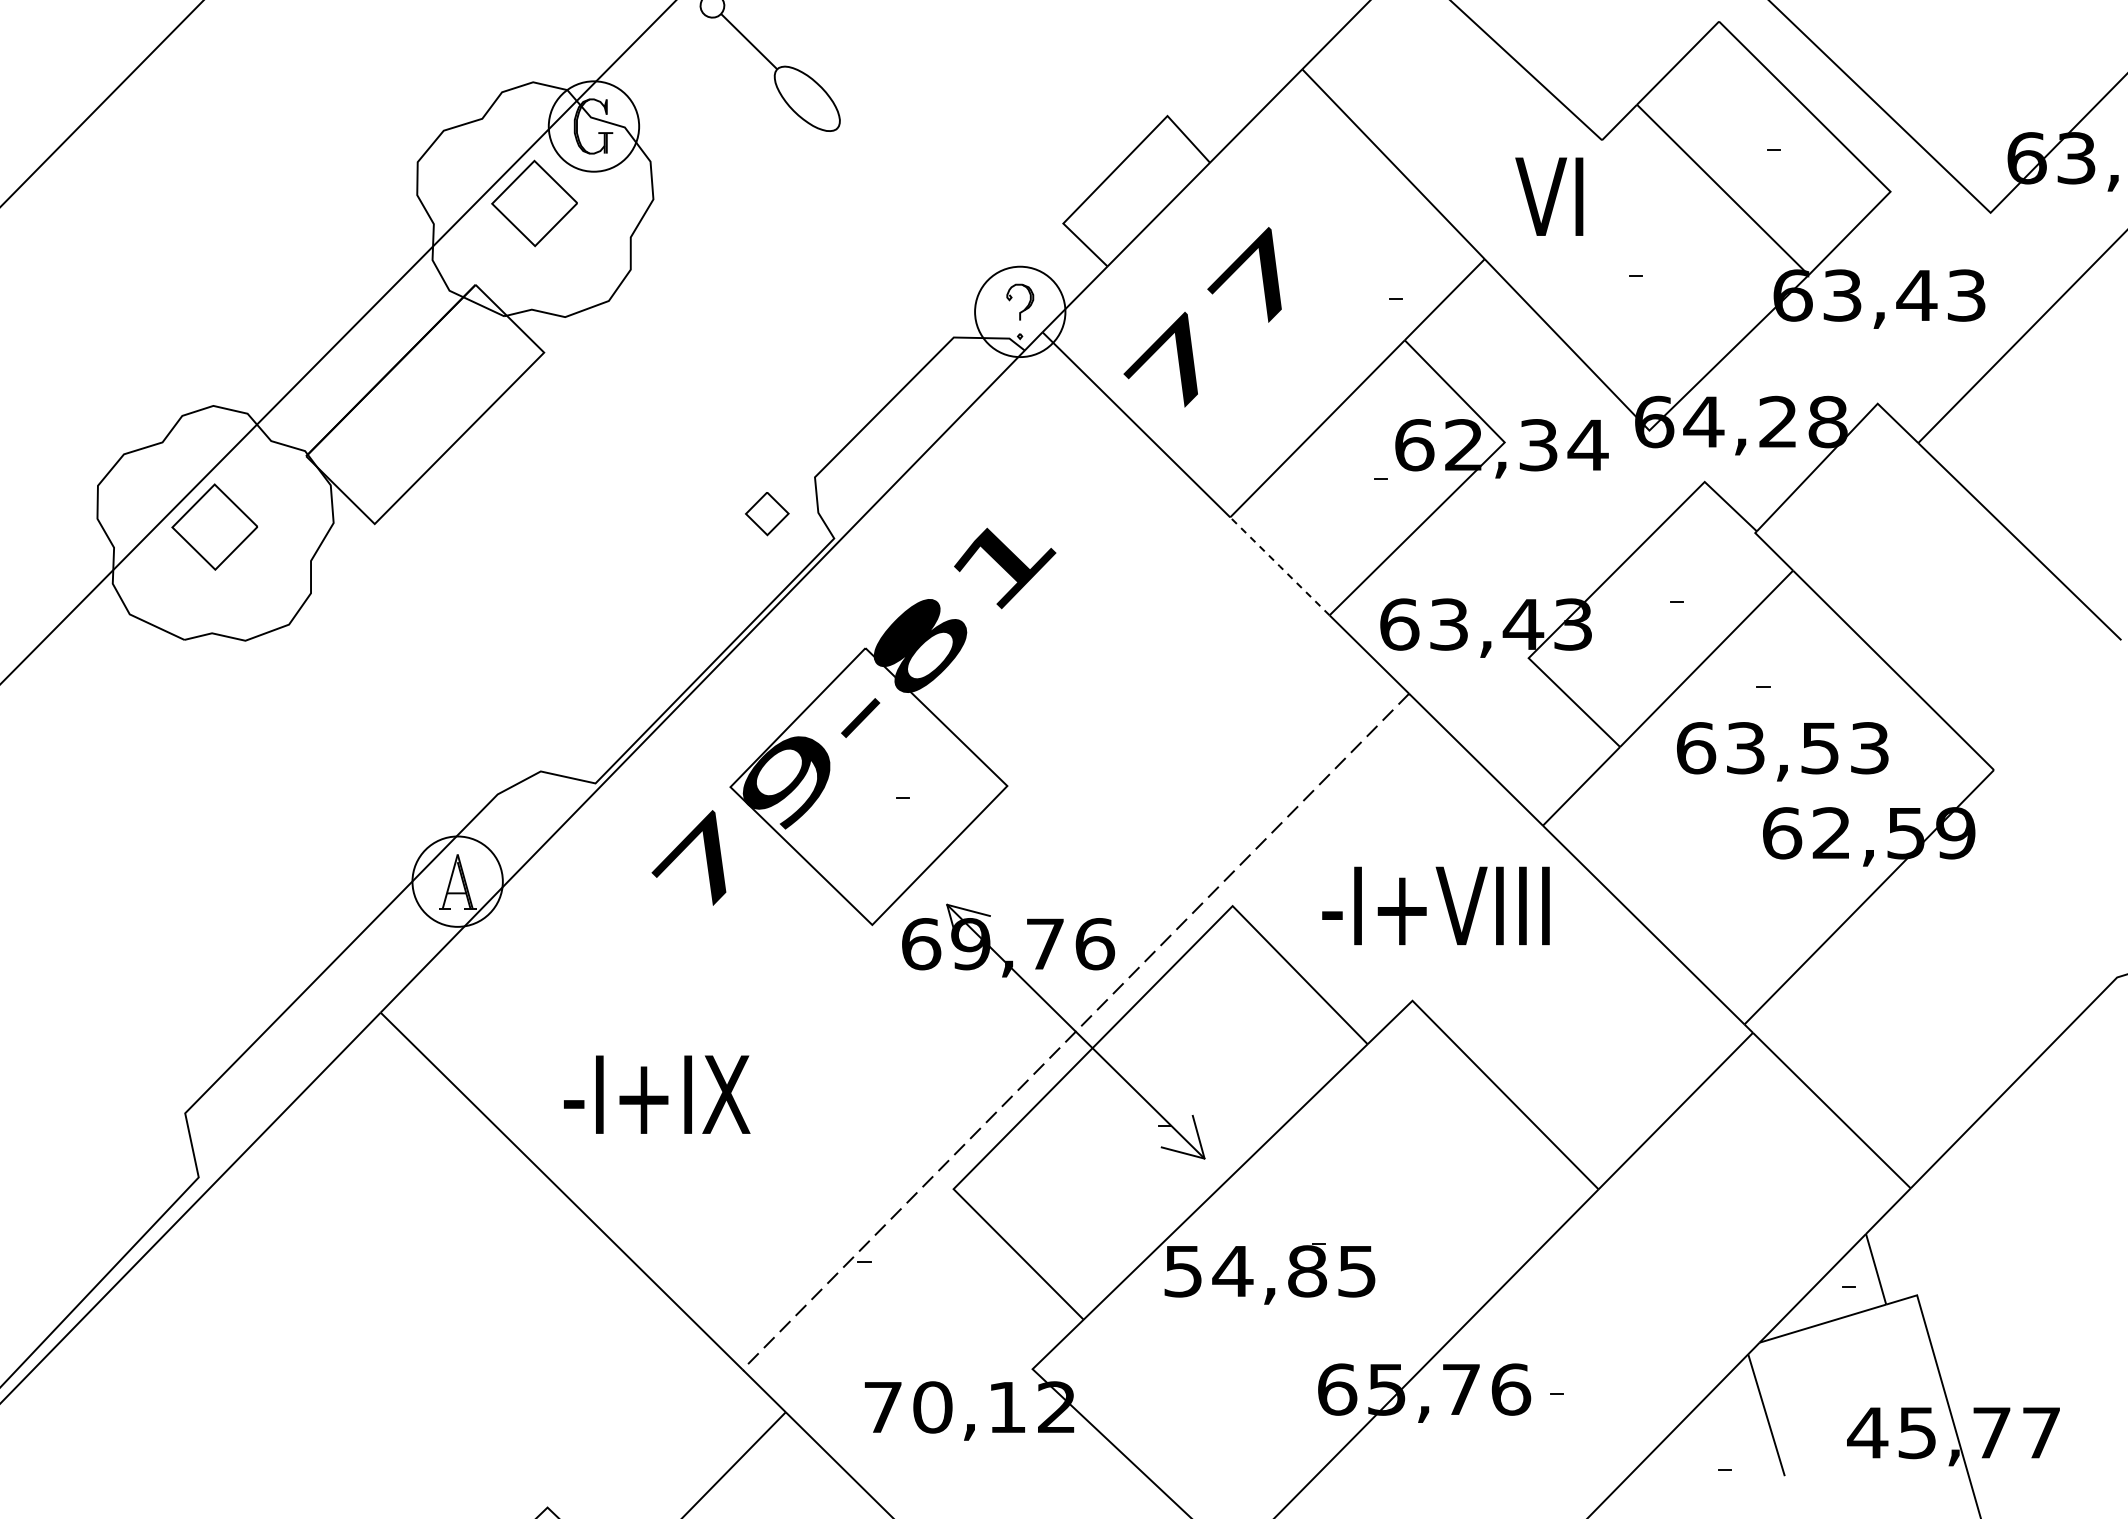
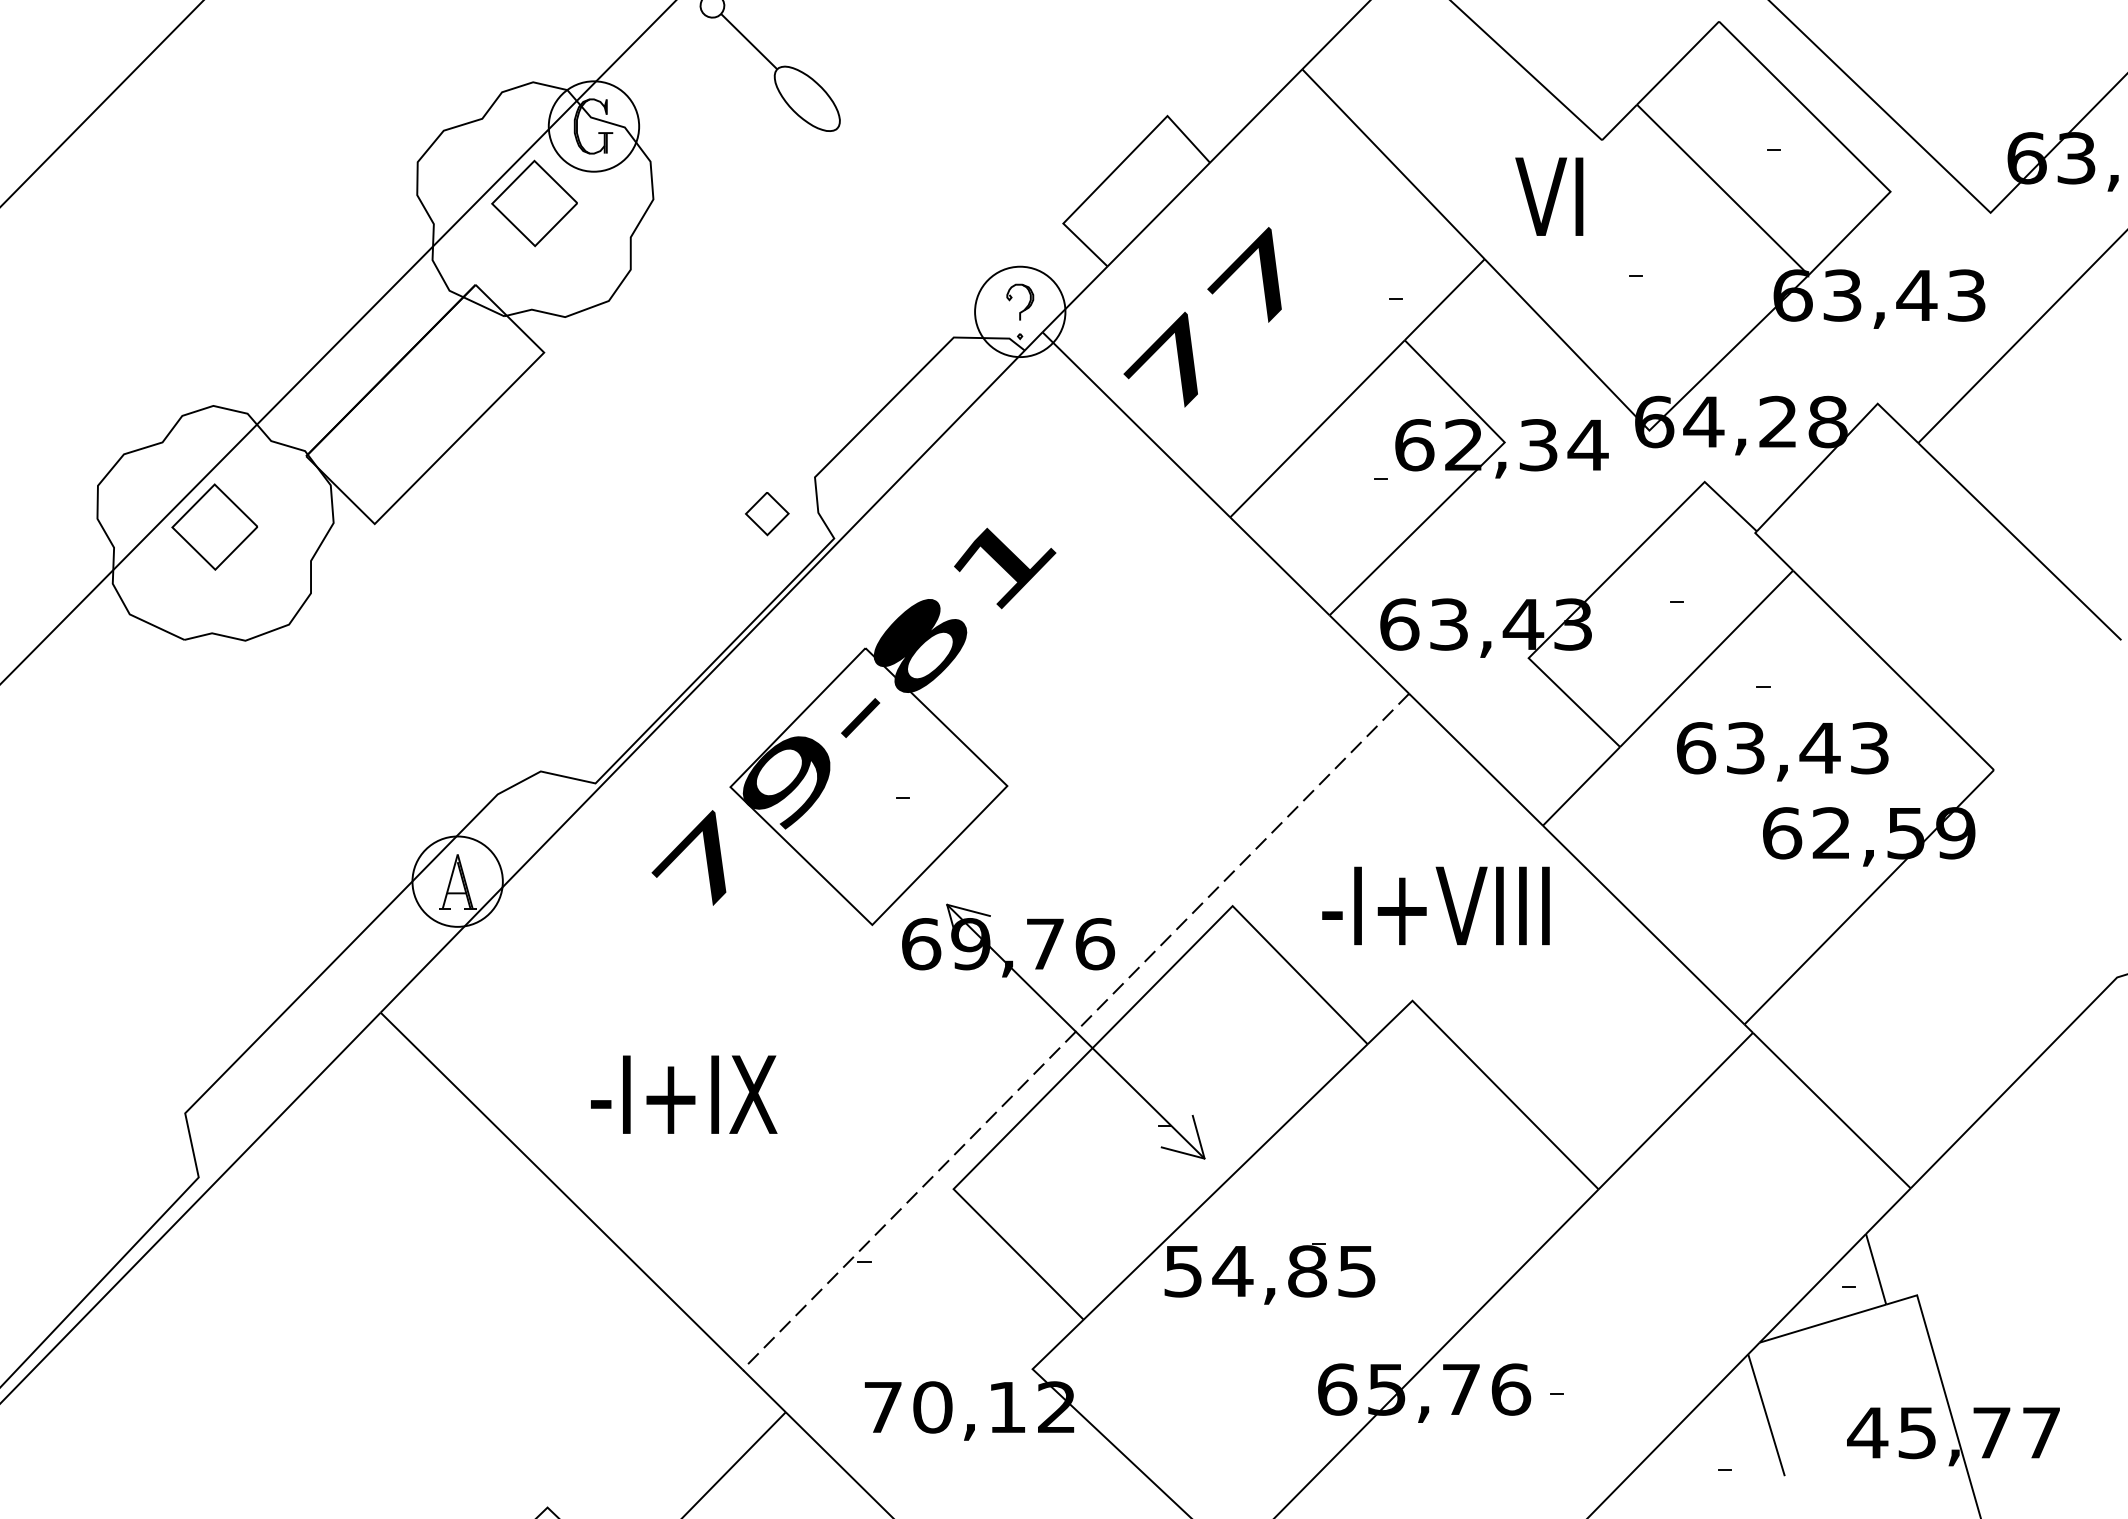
line at (1279, 566): dashed -> solid
text at (1819, 748): 63,53 -> 63,43
text at (657, 1094) position: (657, 1094) -> (684, 1094)
